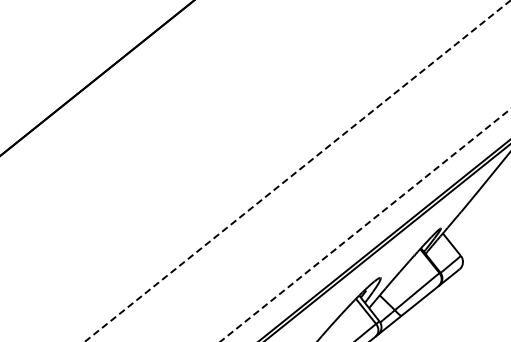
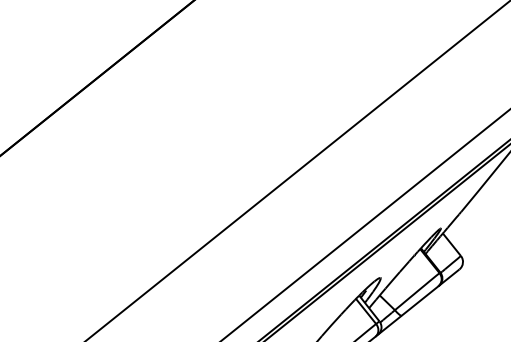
line at (298, 170): dashed -> solid
line at (365, 225): dashed -> solid
